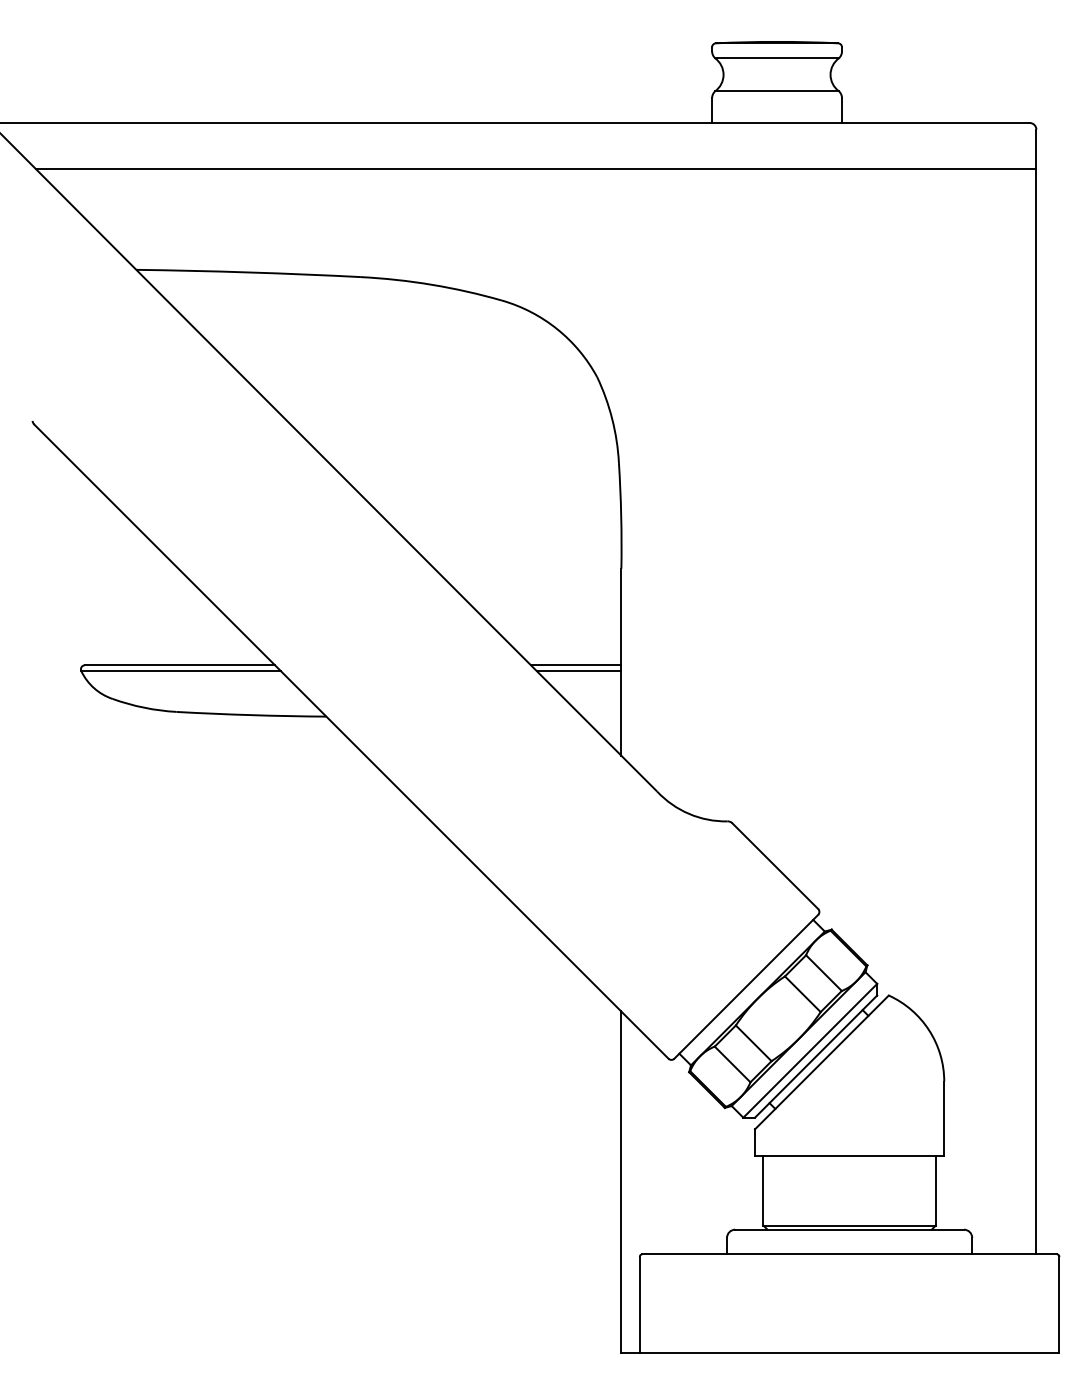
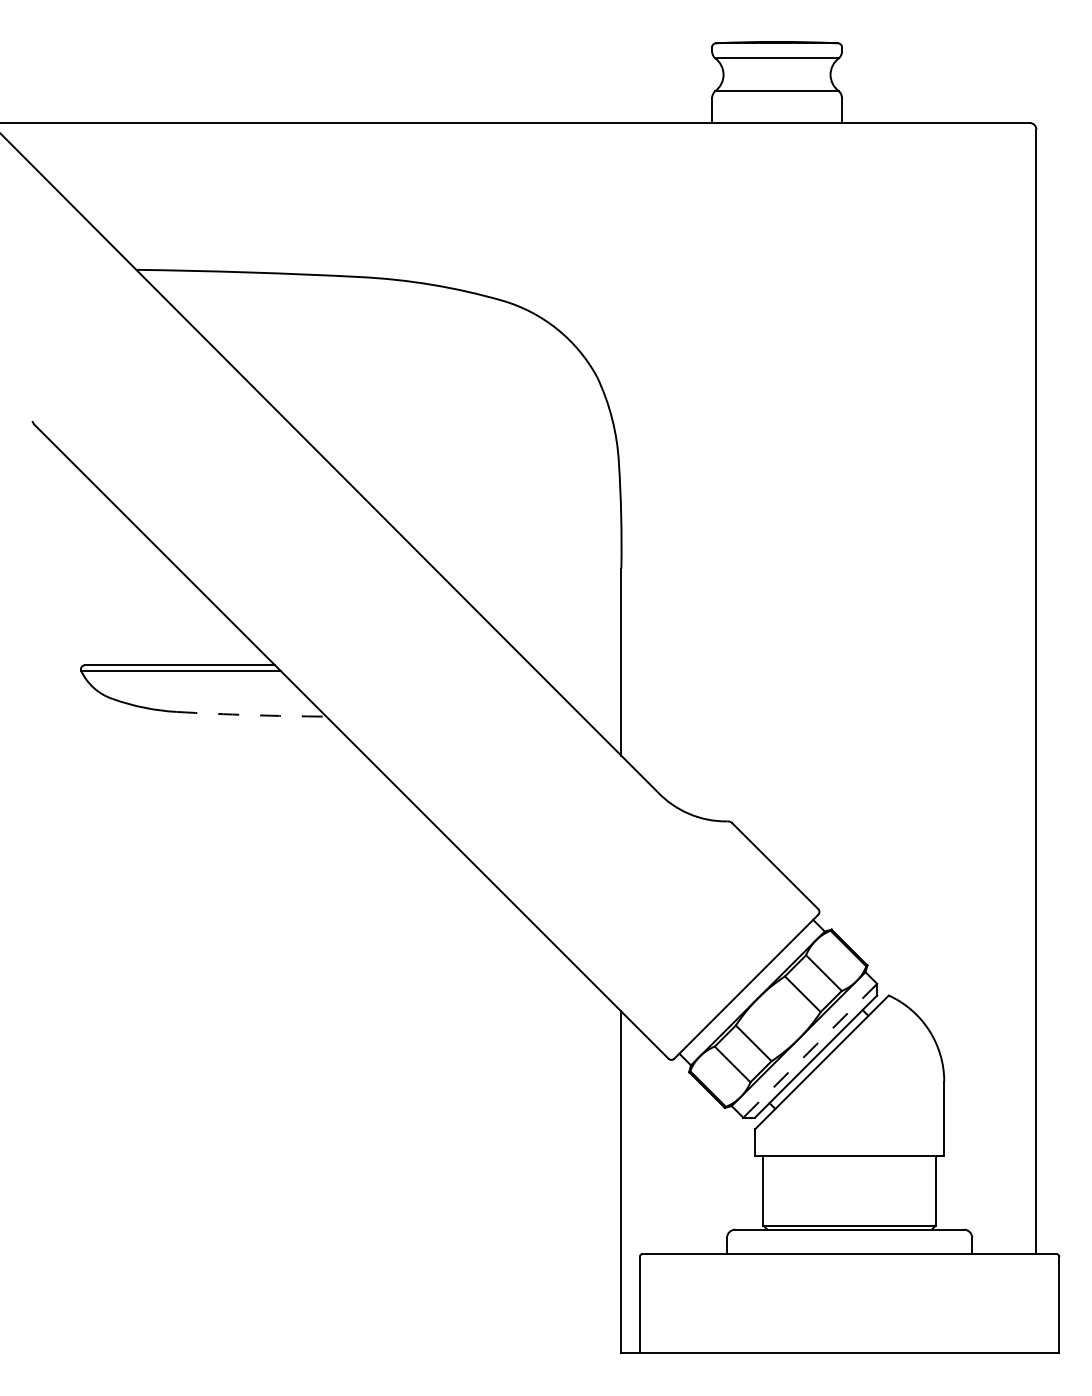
line at (536, 169): present -> none
line at (575, 665): present -> none
line at (579, 671): present -> none
arc at (251, 715): solid -> dashed
line at (810, 1050): solid -> dashed
